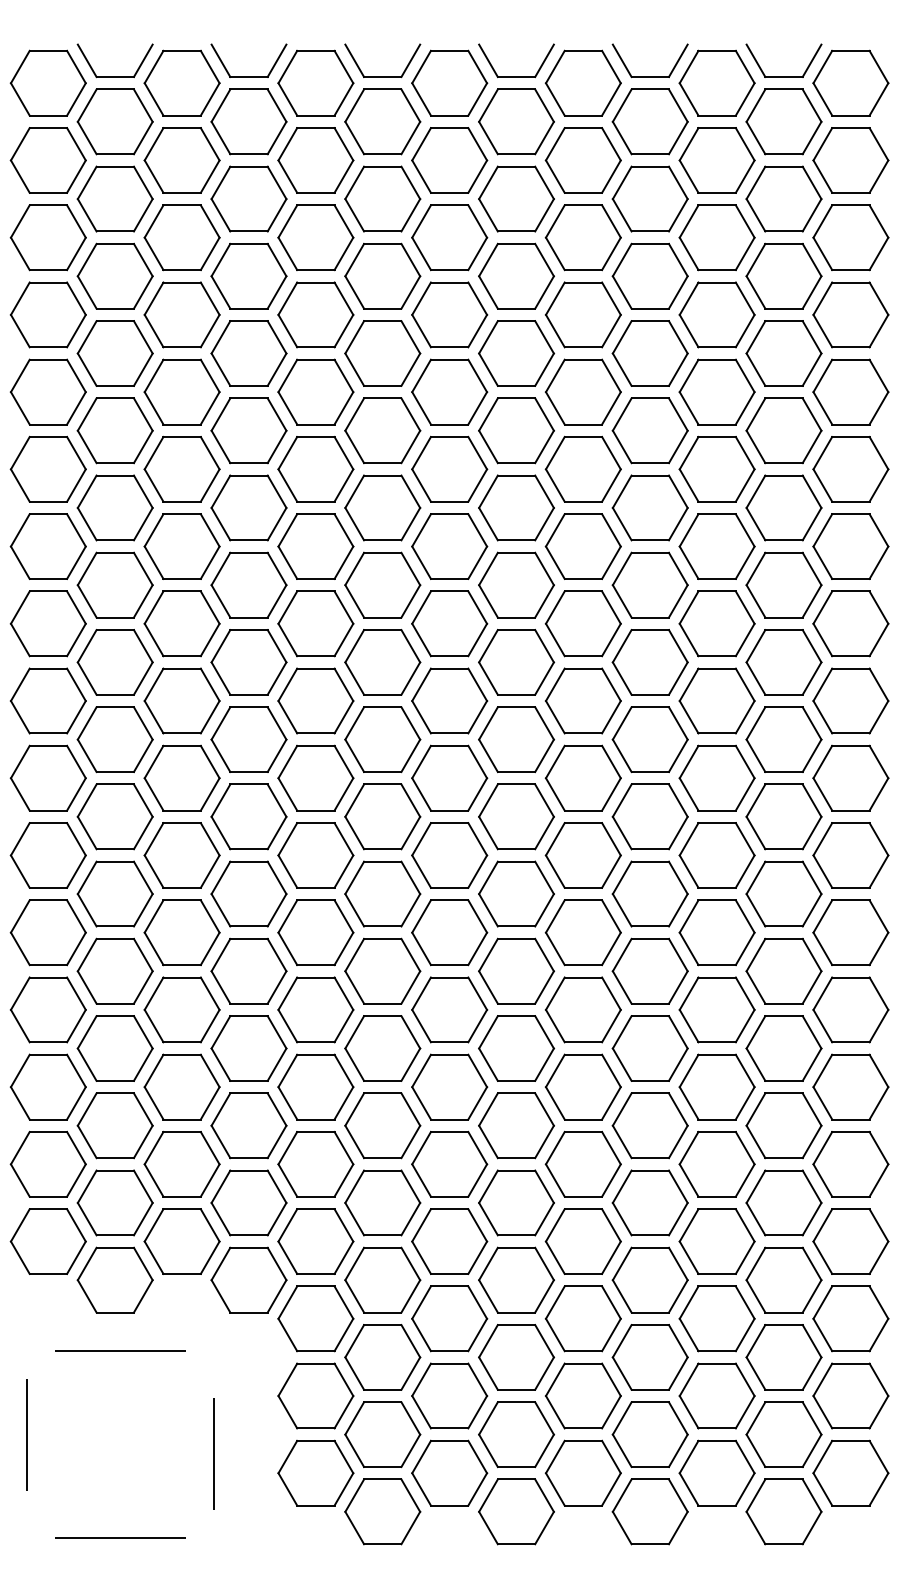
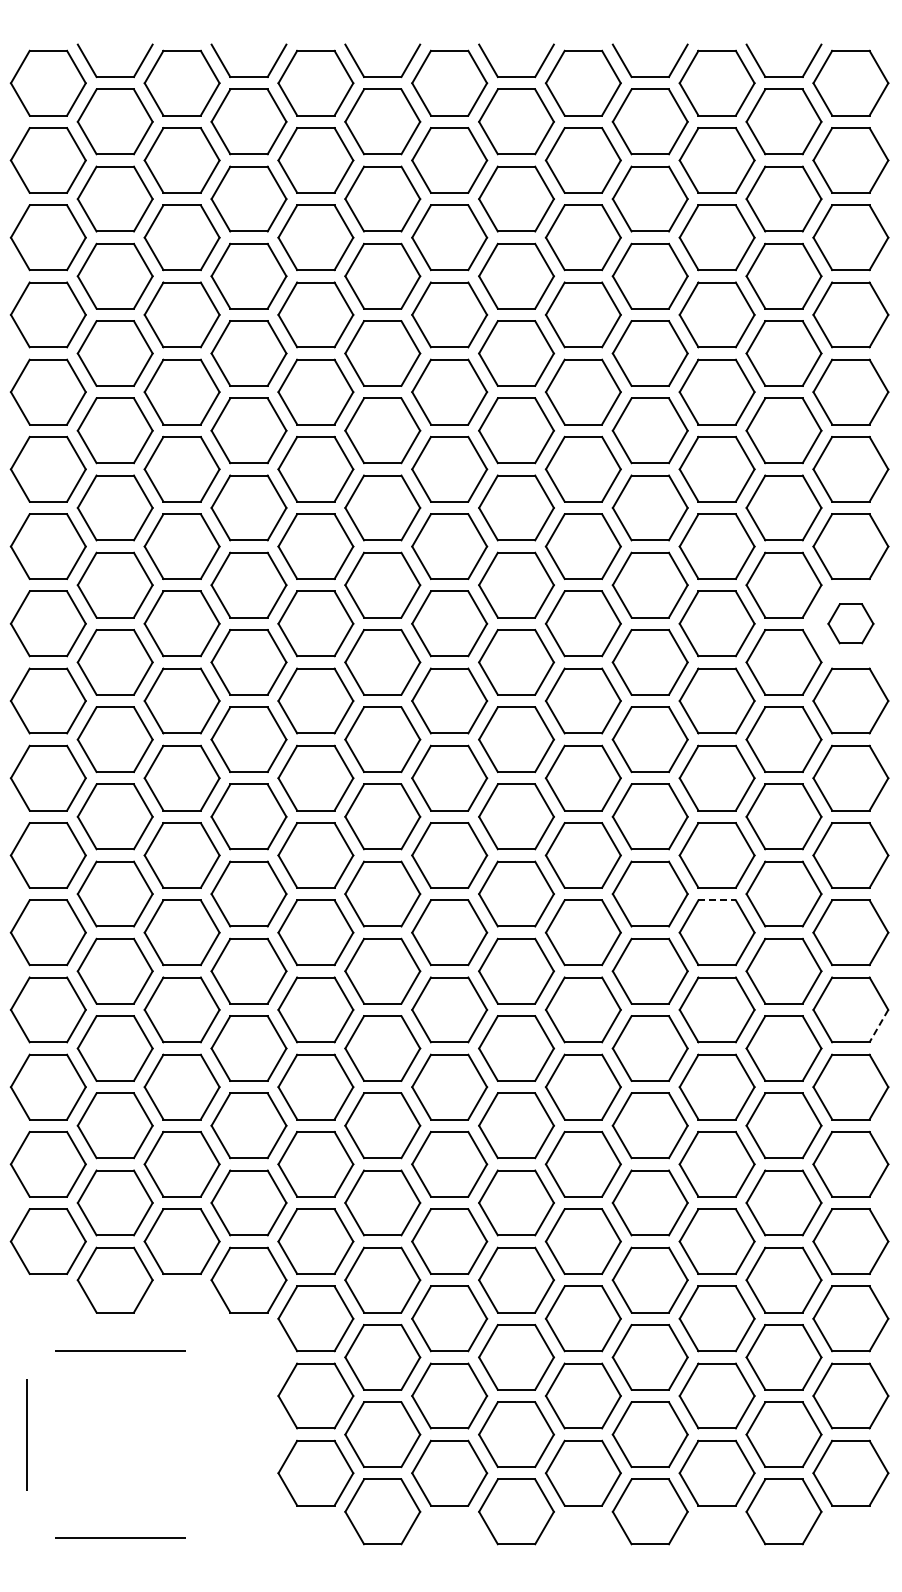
part at (850, 623) size: 78x68 px -> 48x42 px
line at (717, 900): solid -> dashed
line at (878, 1026): solid -> dashed
line at (213, 1453): present -> none
